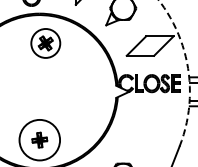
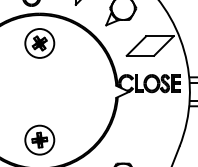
part at (45, 43) position: (45, 43) -> (39, 43)
arc at (188, 71): dashed -> solid
circle at (39, 139) diameter: 41 px -> 29 px
